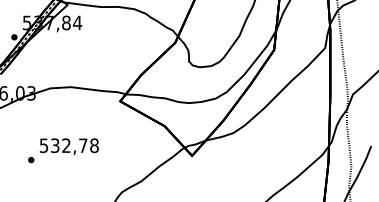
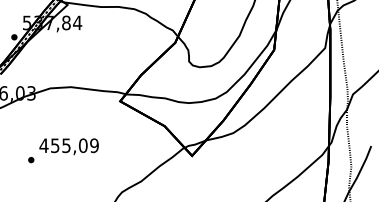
text at (68, 145): 532,78 -> 455,09
